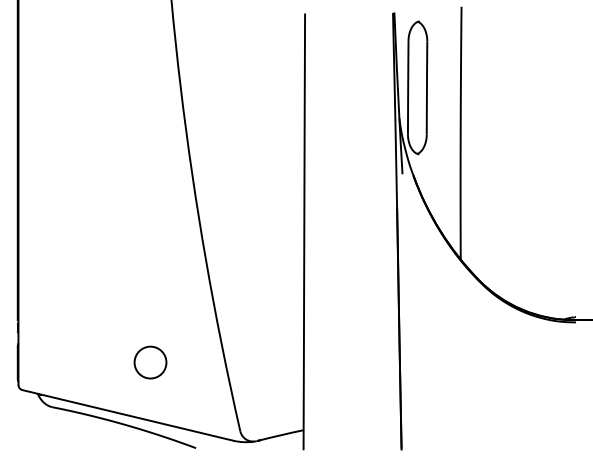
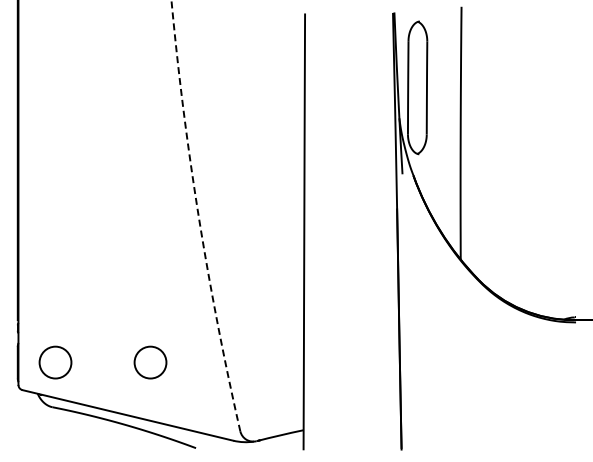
arc at (198, 216): solid -> dashed
circle at (55, 362): none -> present
